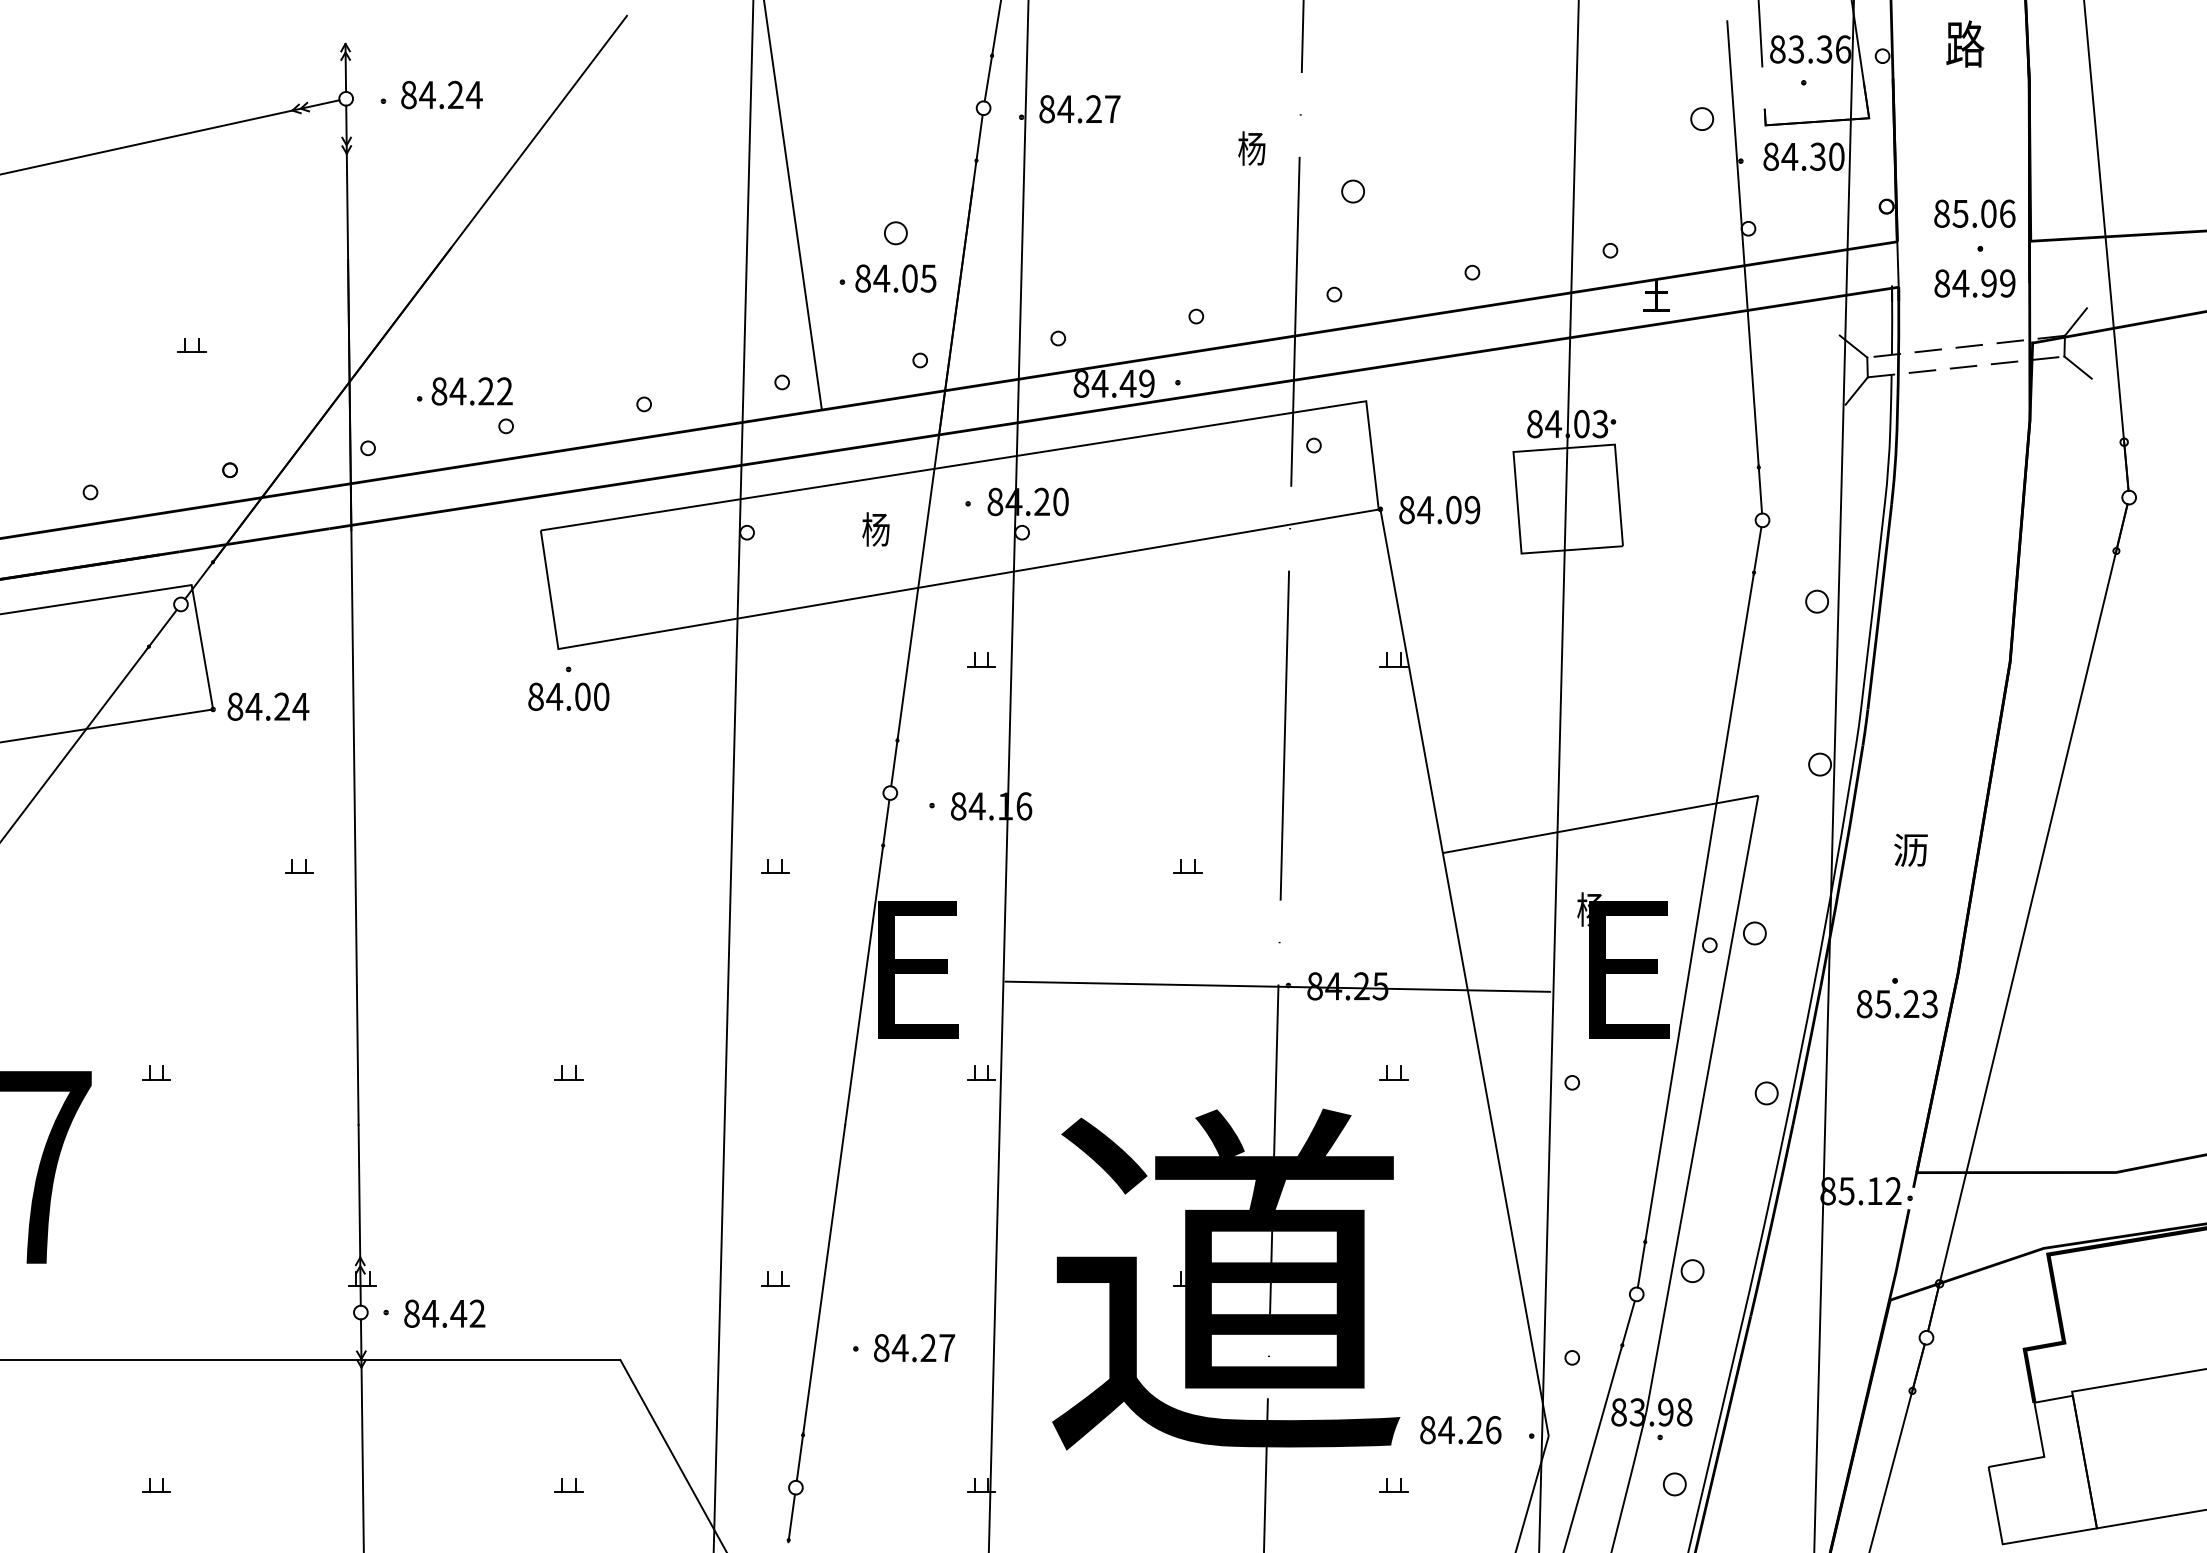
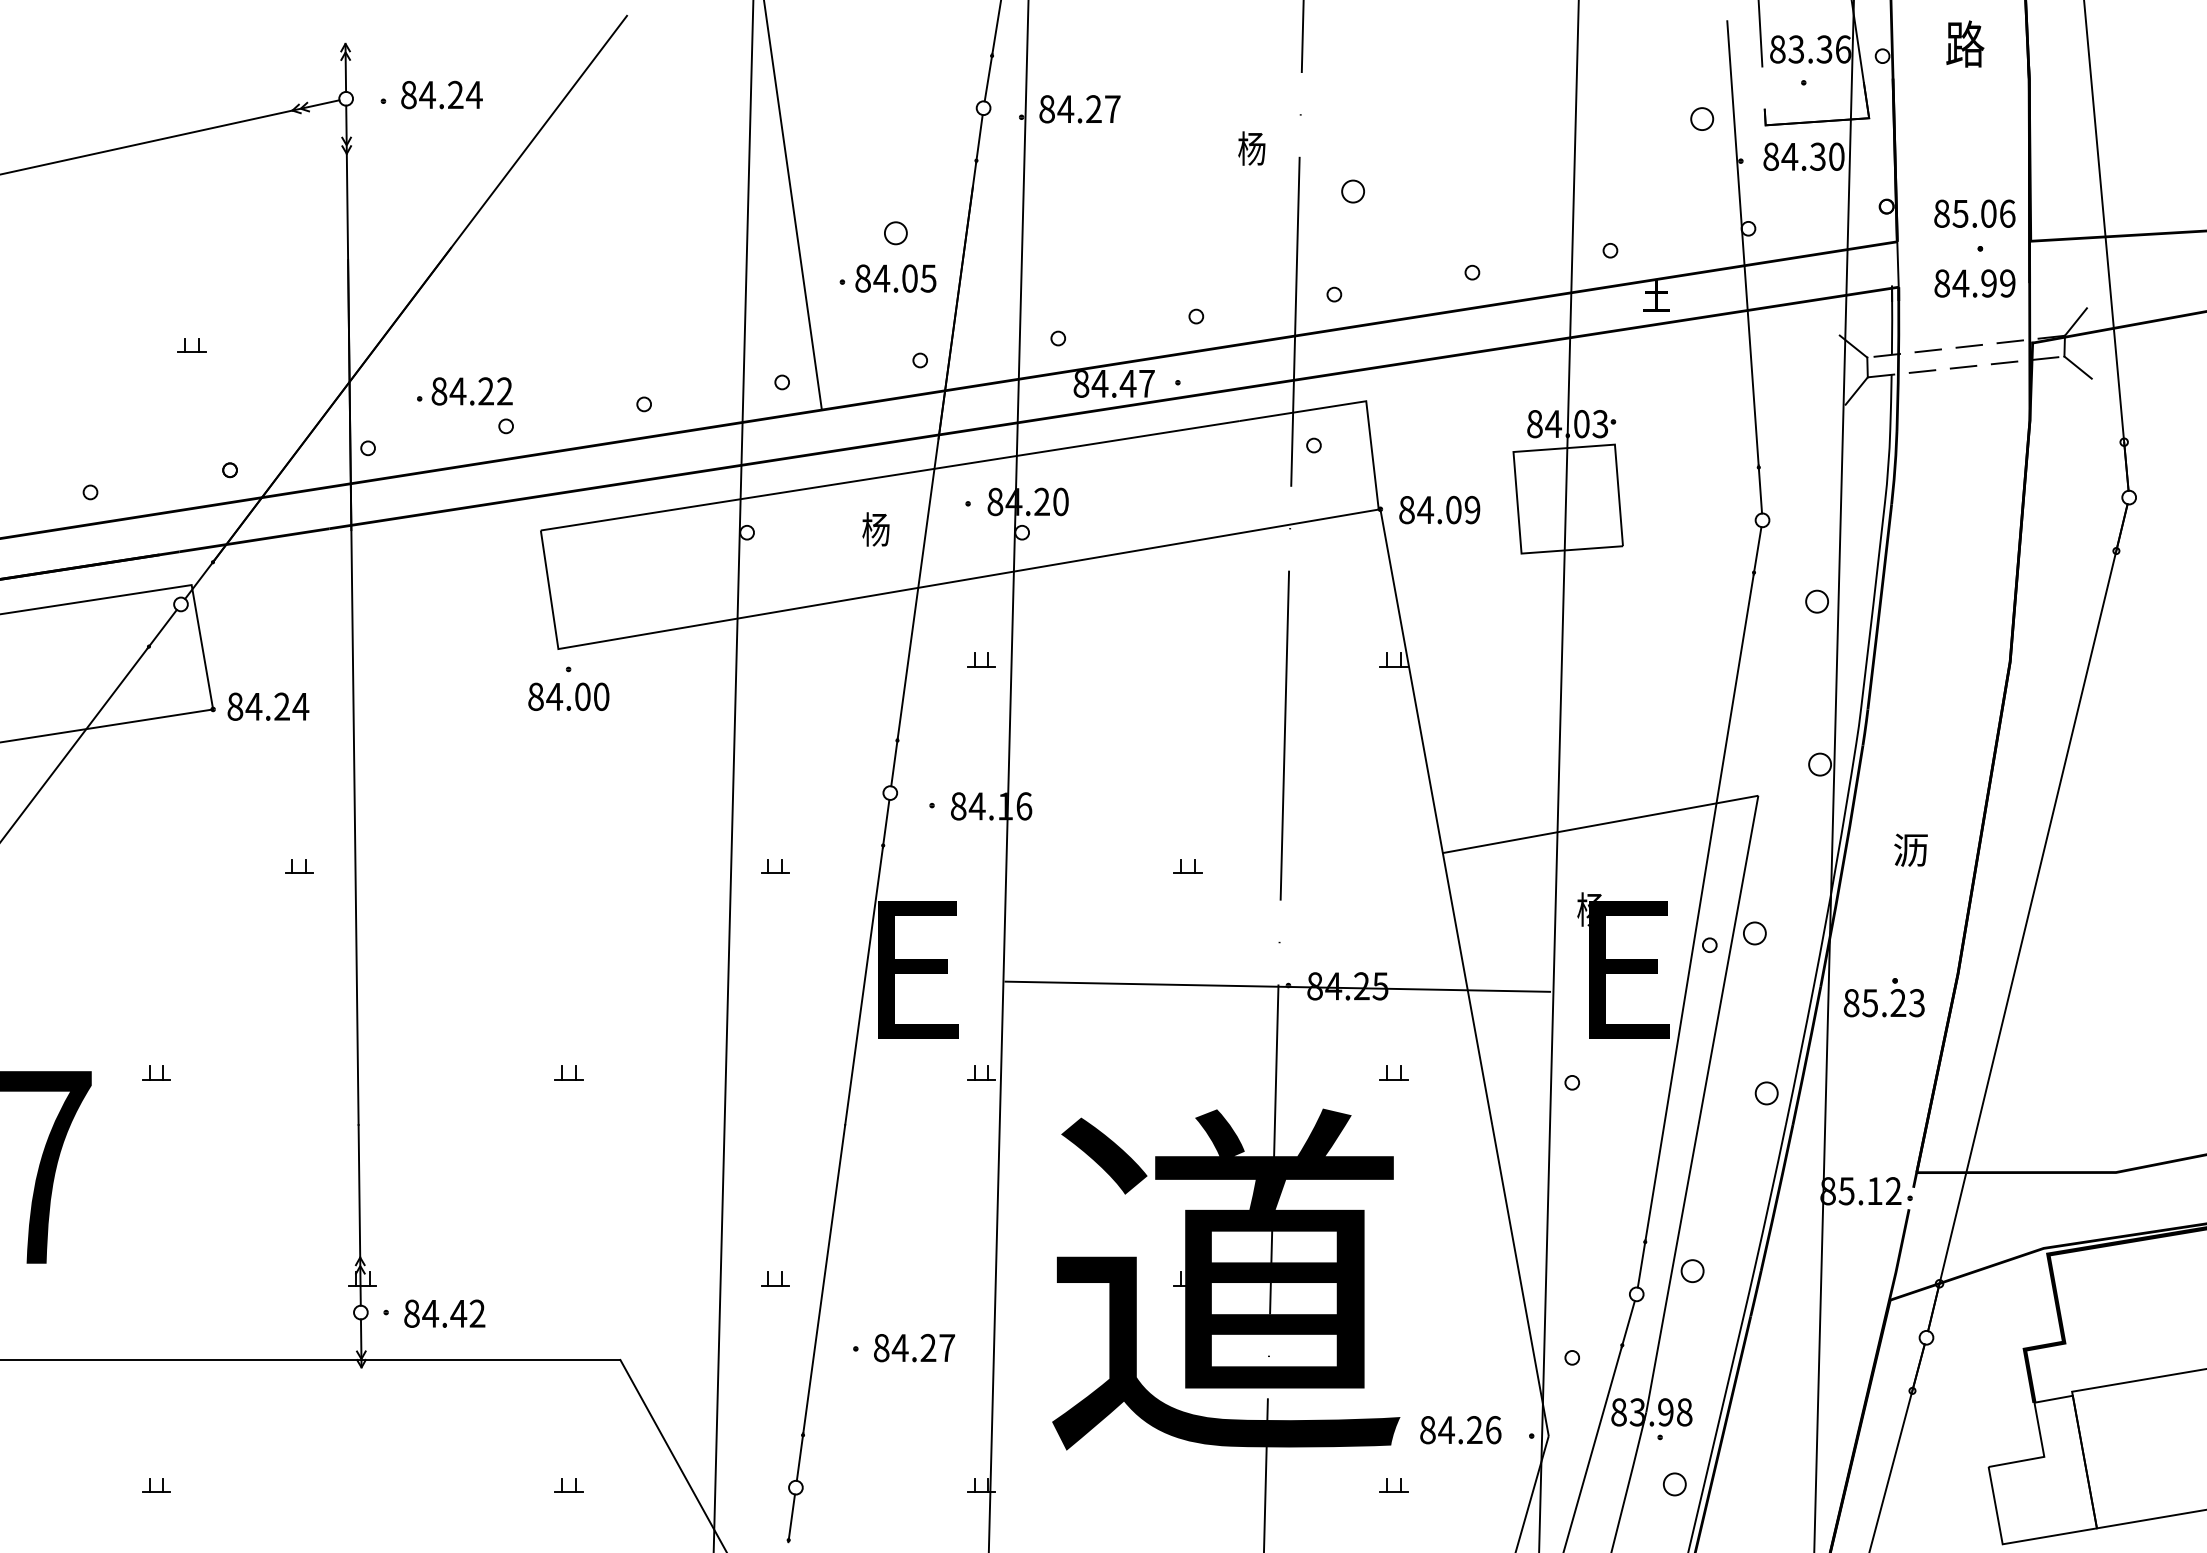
text at (1146, 383): 84.49 -> 84.47
text at (1897, 1004) position: (1897, 1004) -> (1884, 1003)
line at (362, 1458): present -> none
